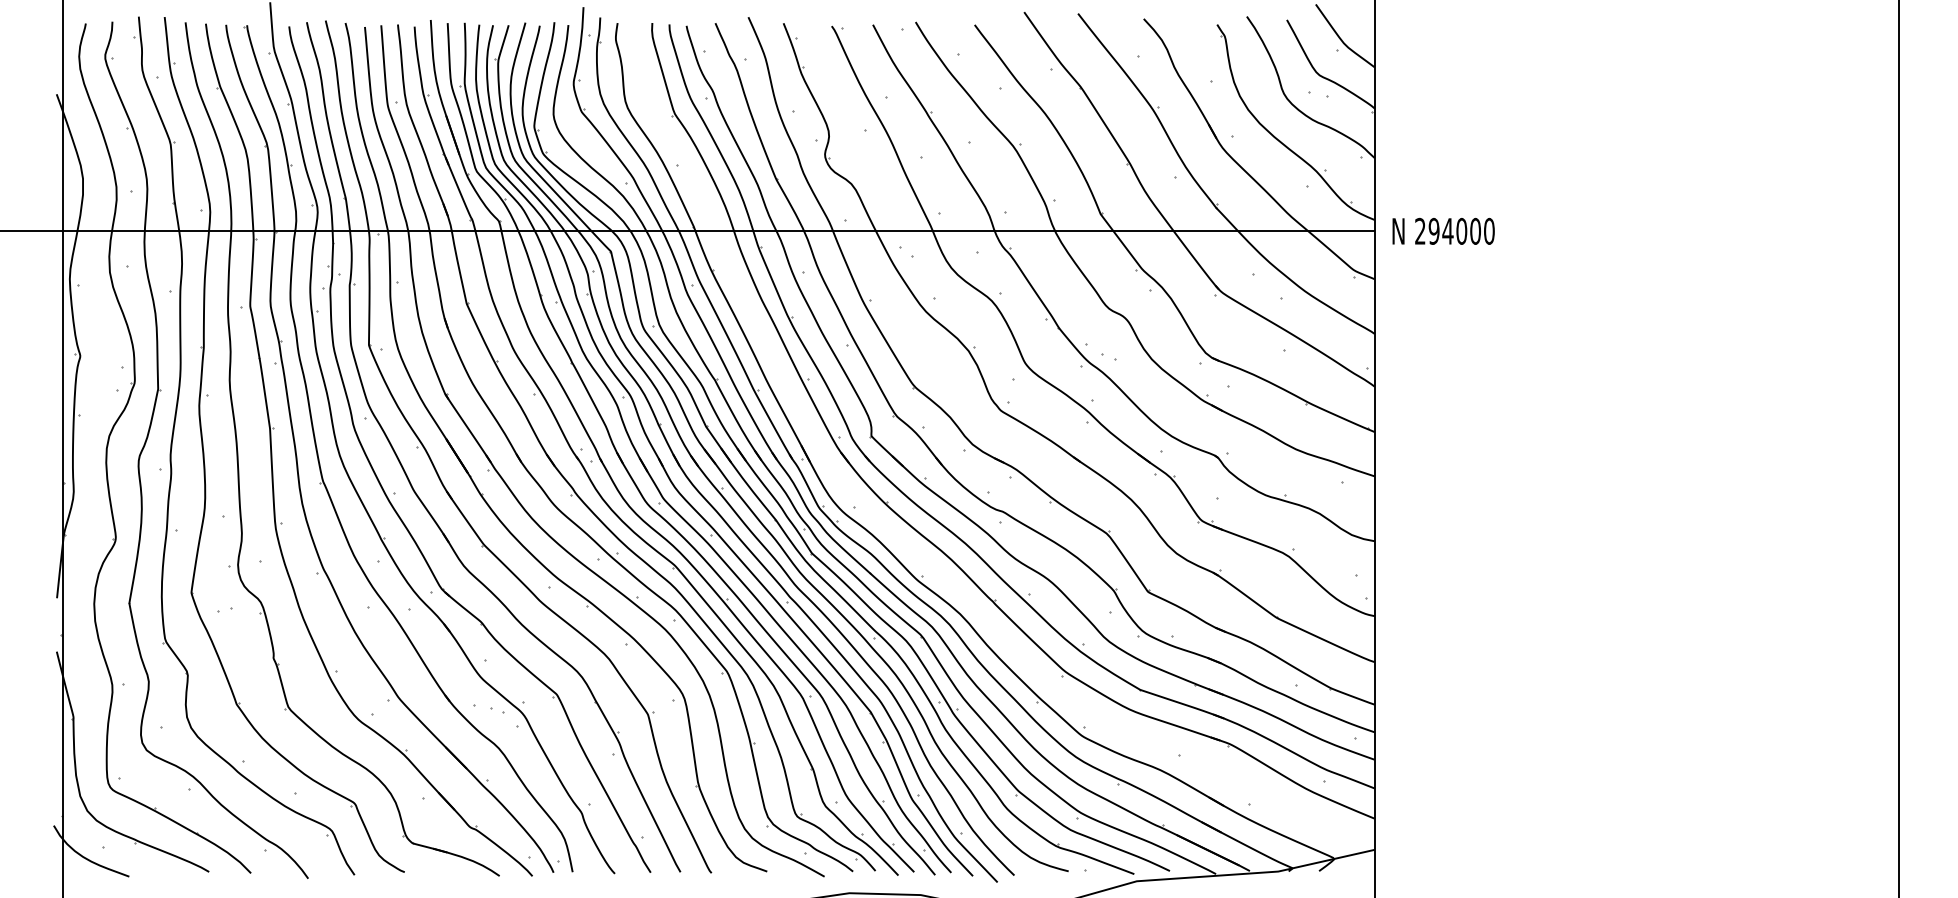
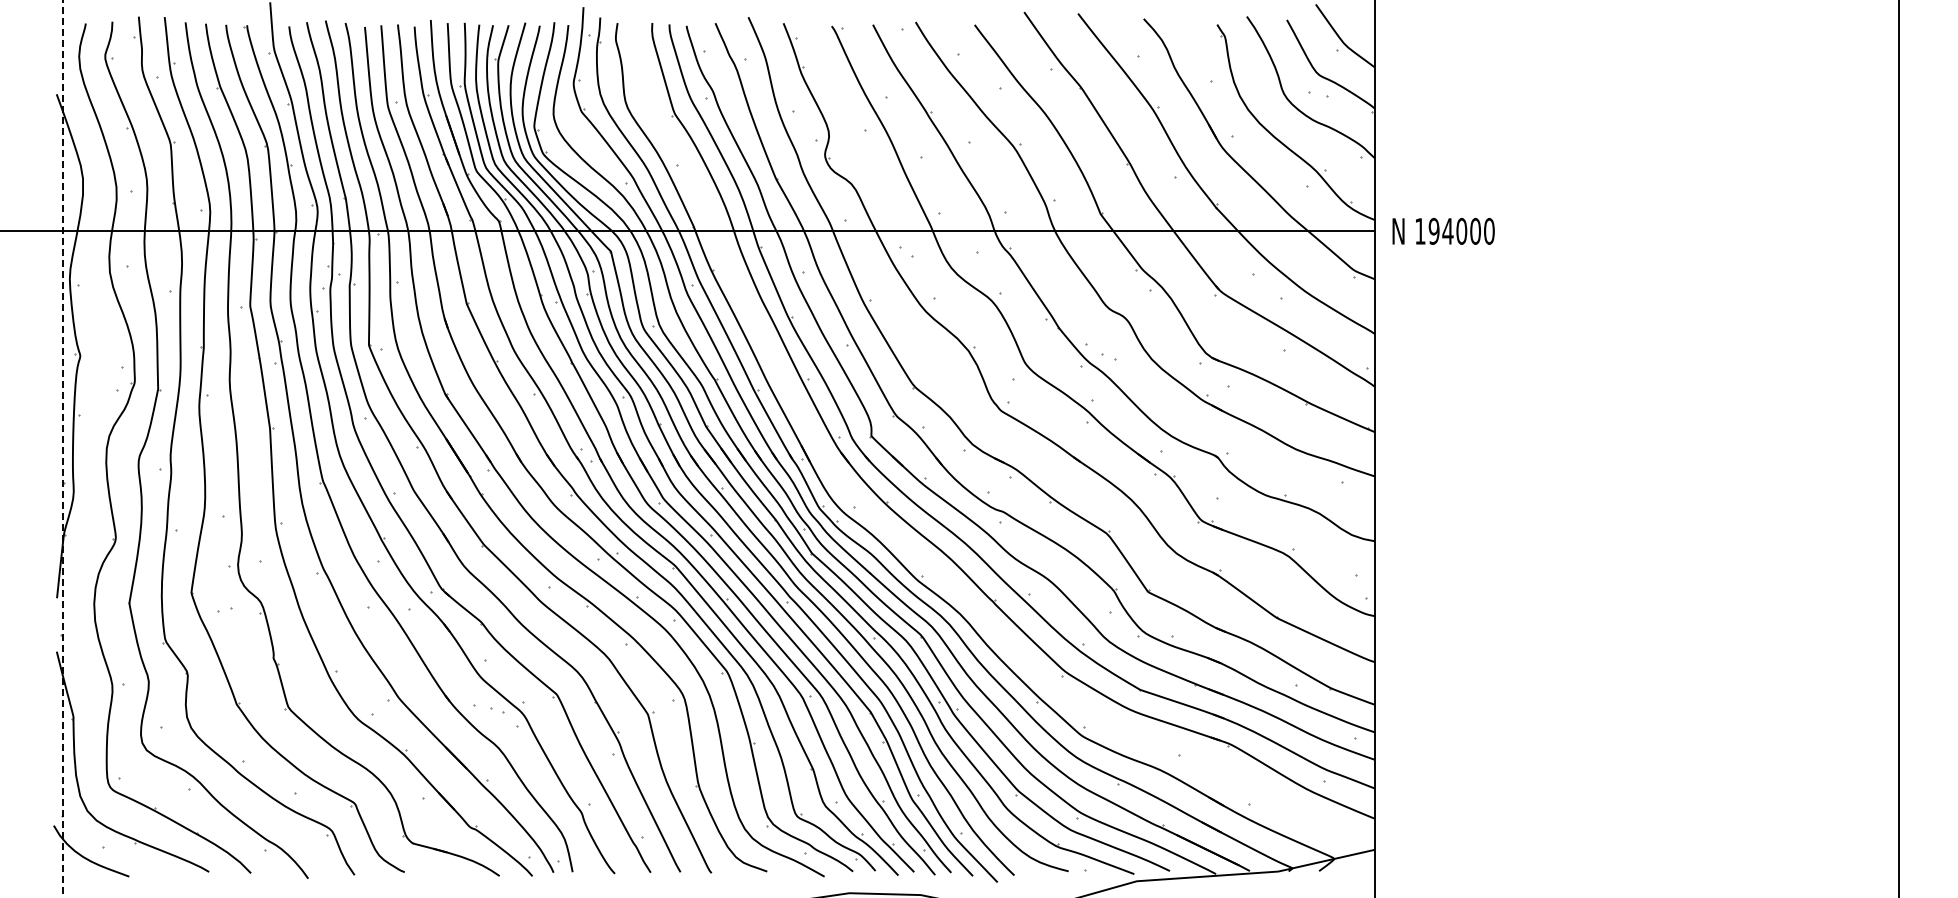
text at (1420, 230): 294000 -> 194000
line at (63, 449): solid -> dashed
